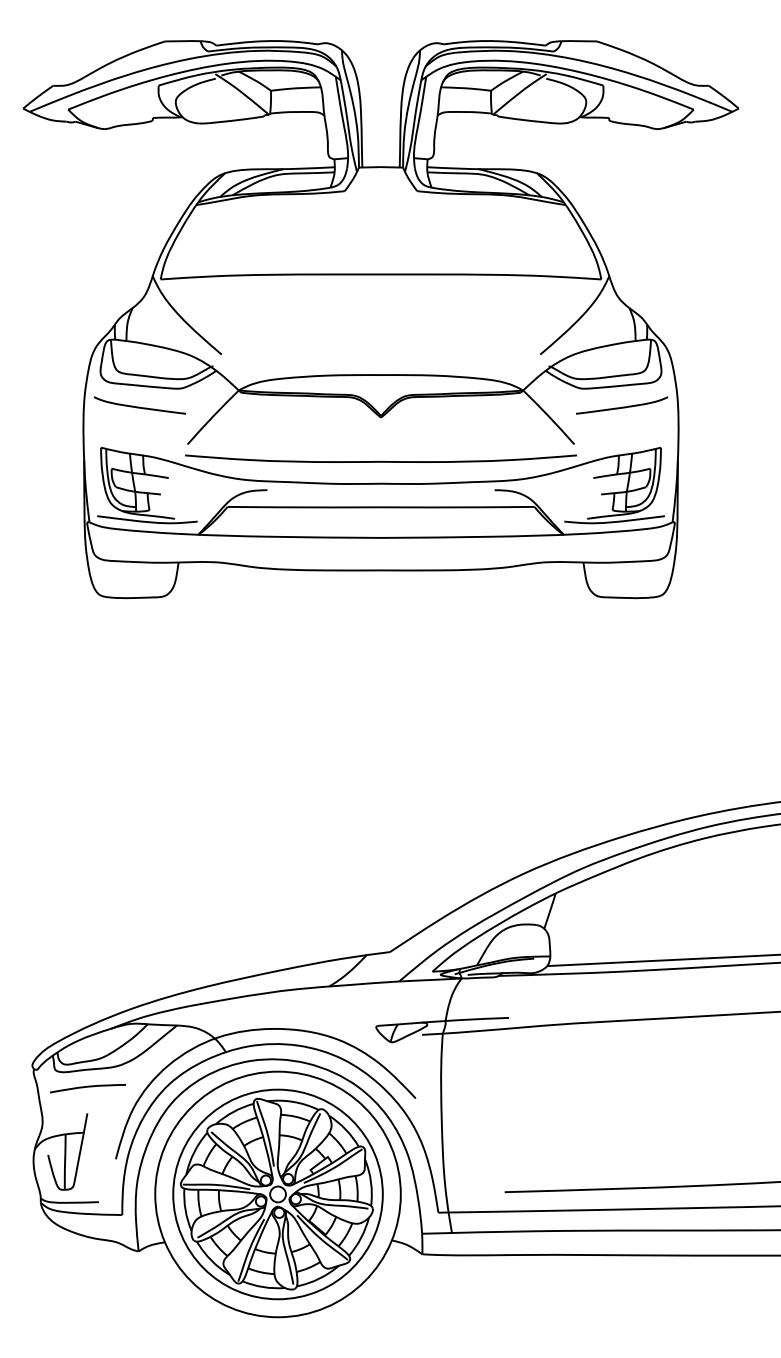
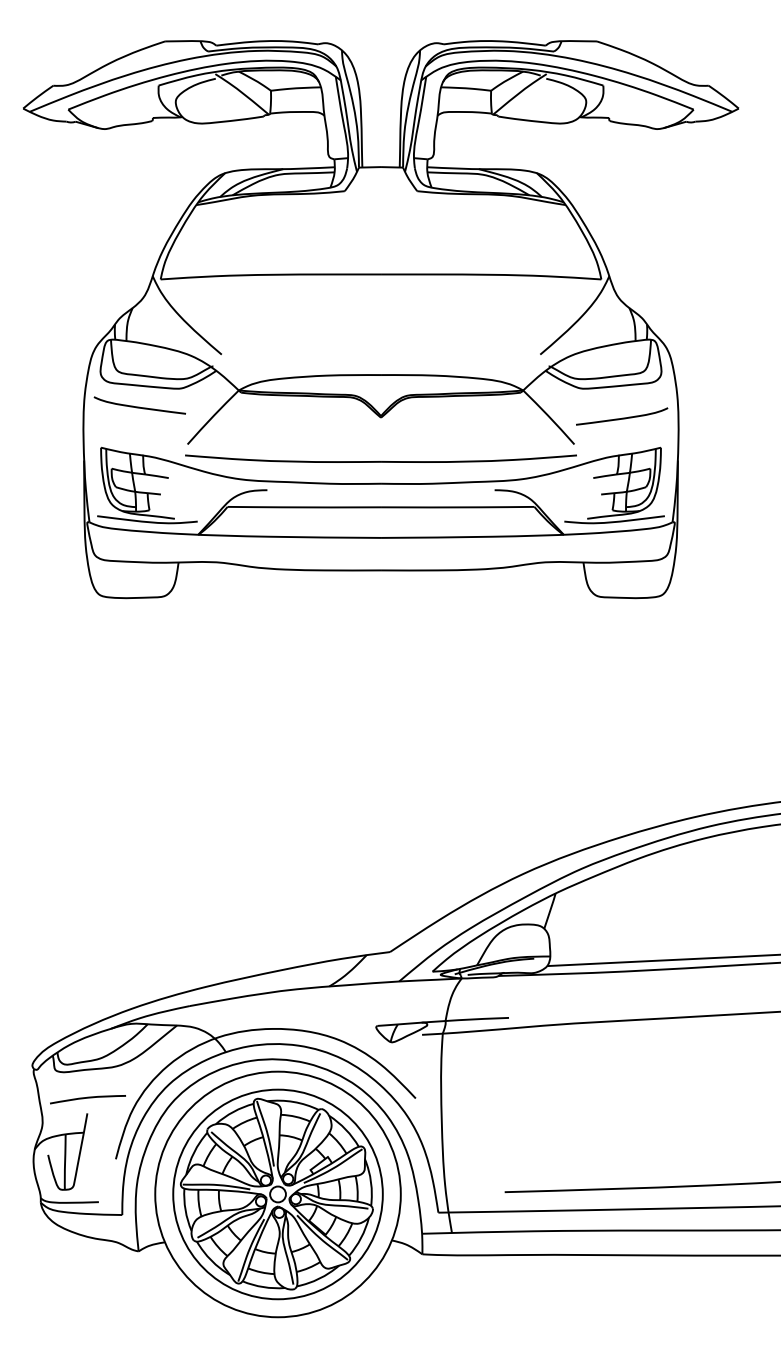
curve at (622, 406) position: (622, 406) -> (622, 417)
curve at (87, 1087) position: (87, 1087) -> (87, 1098)
